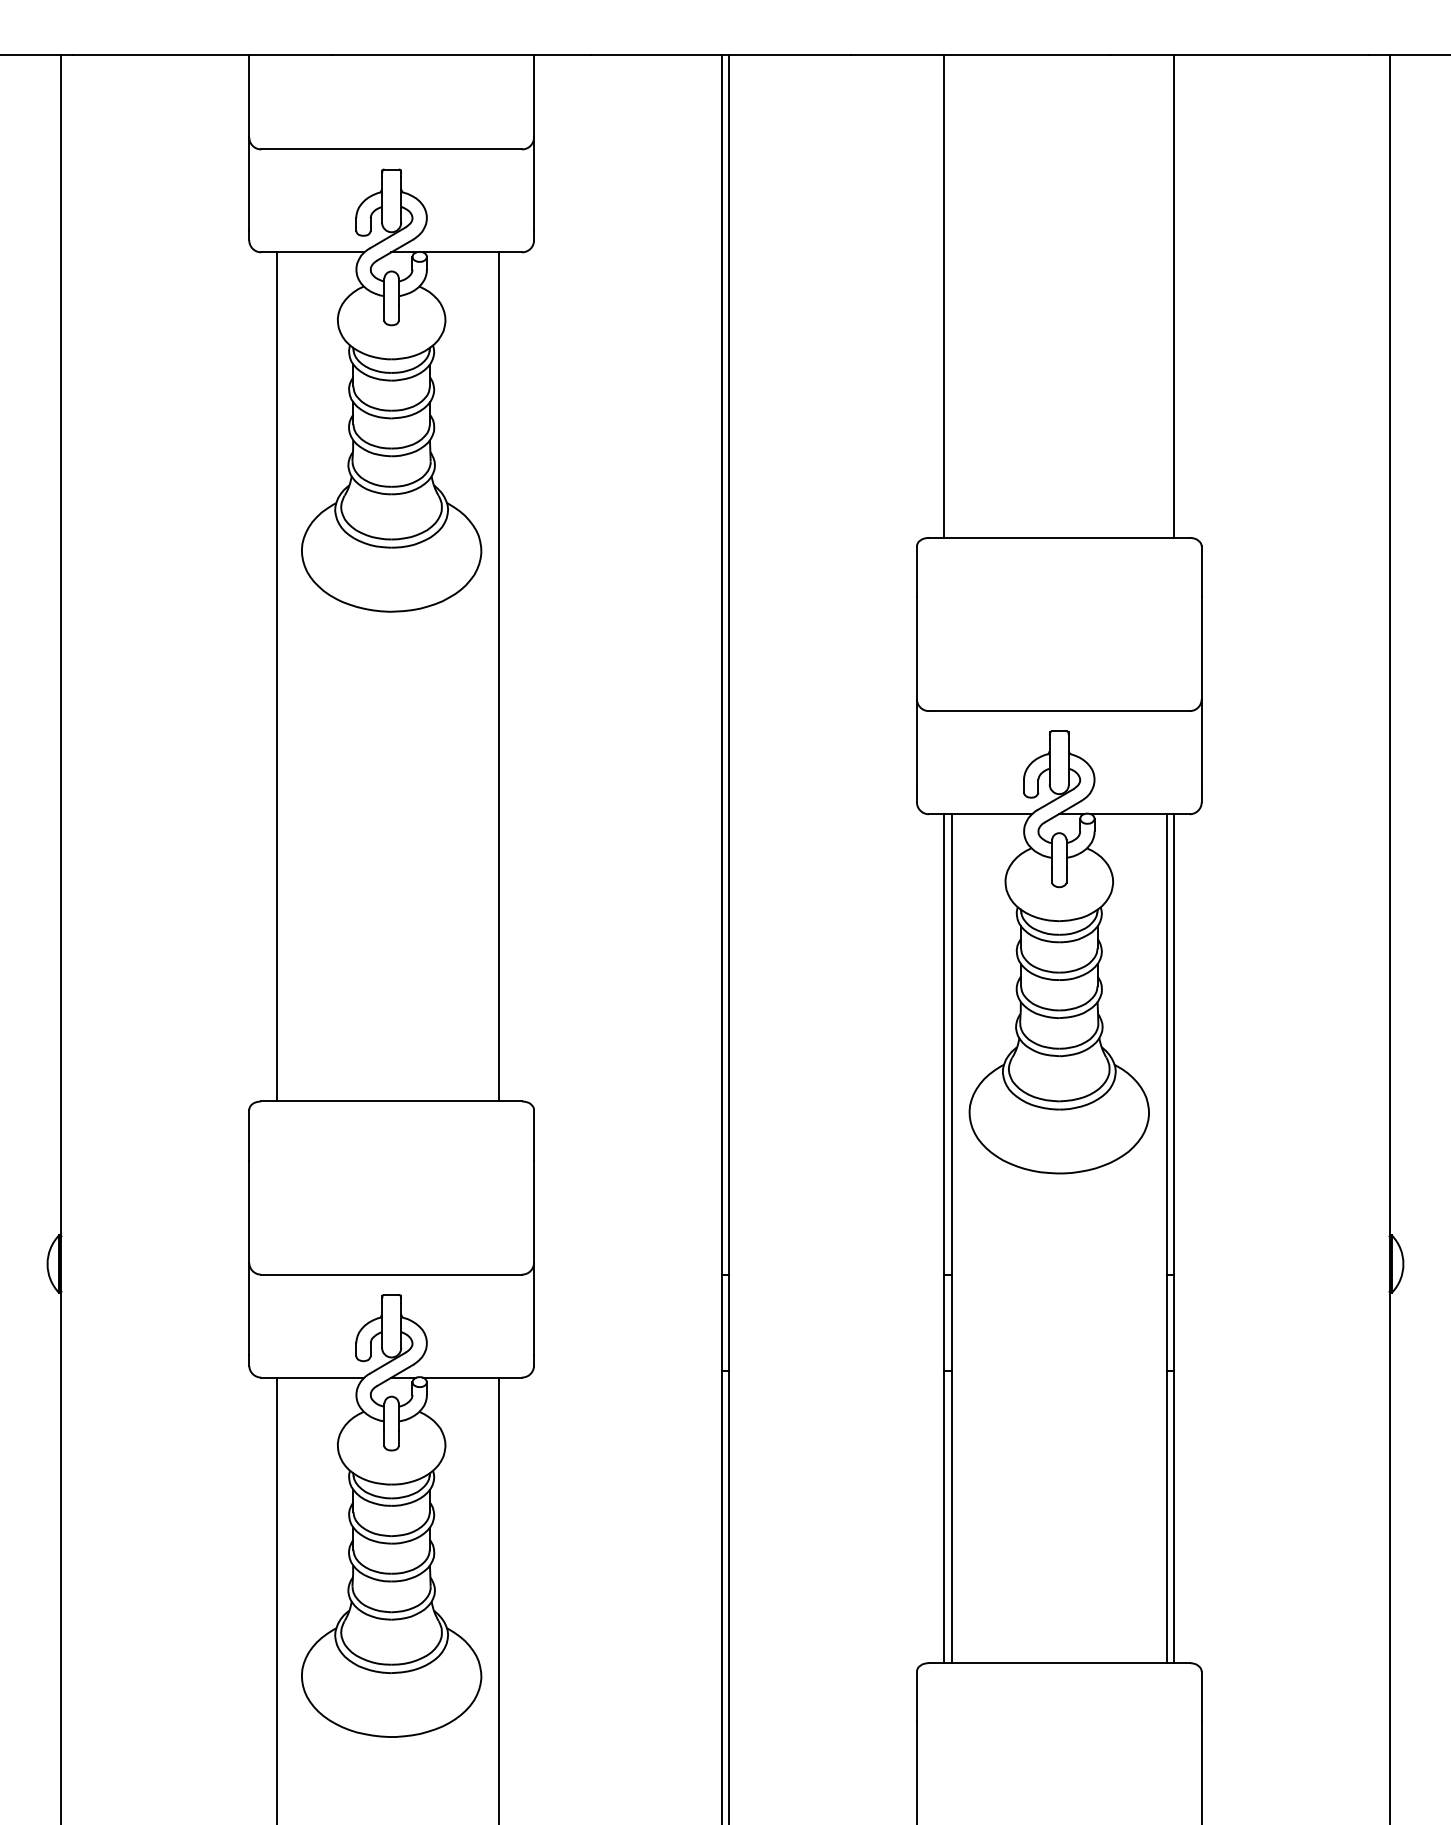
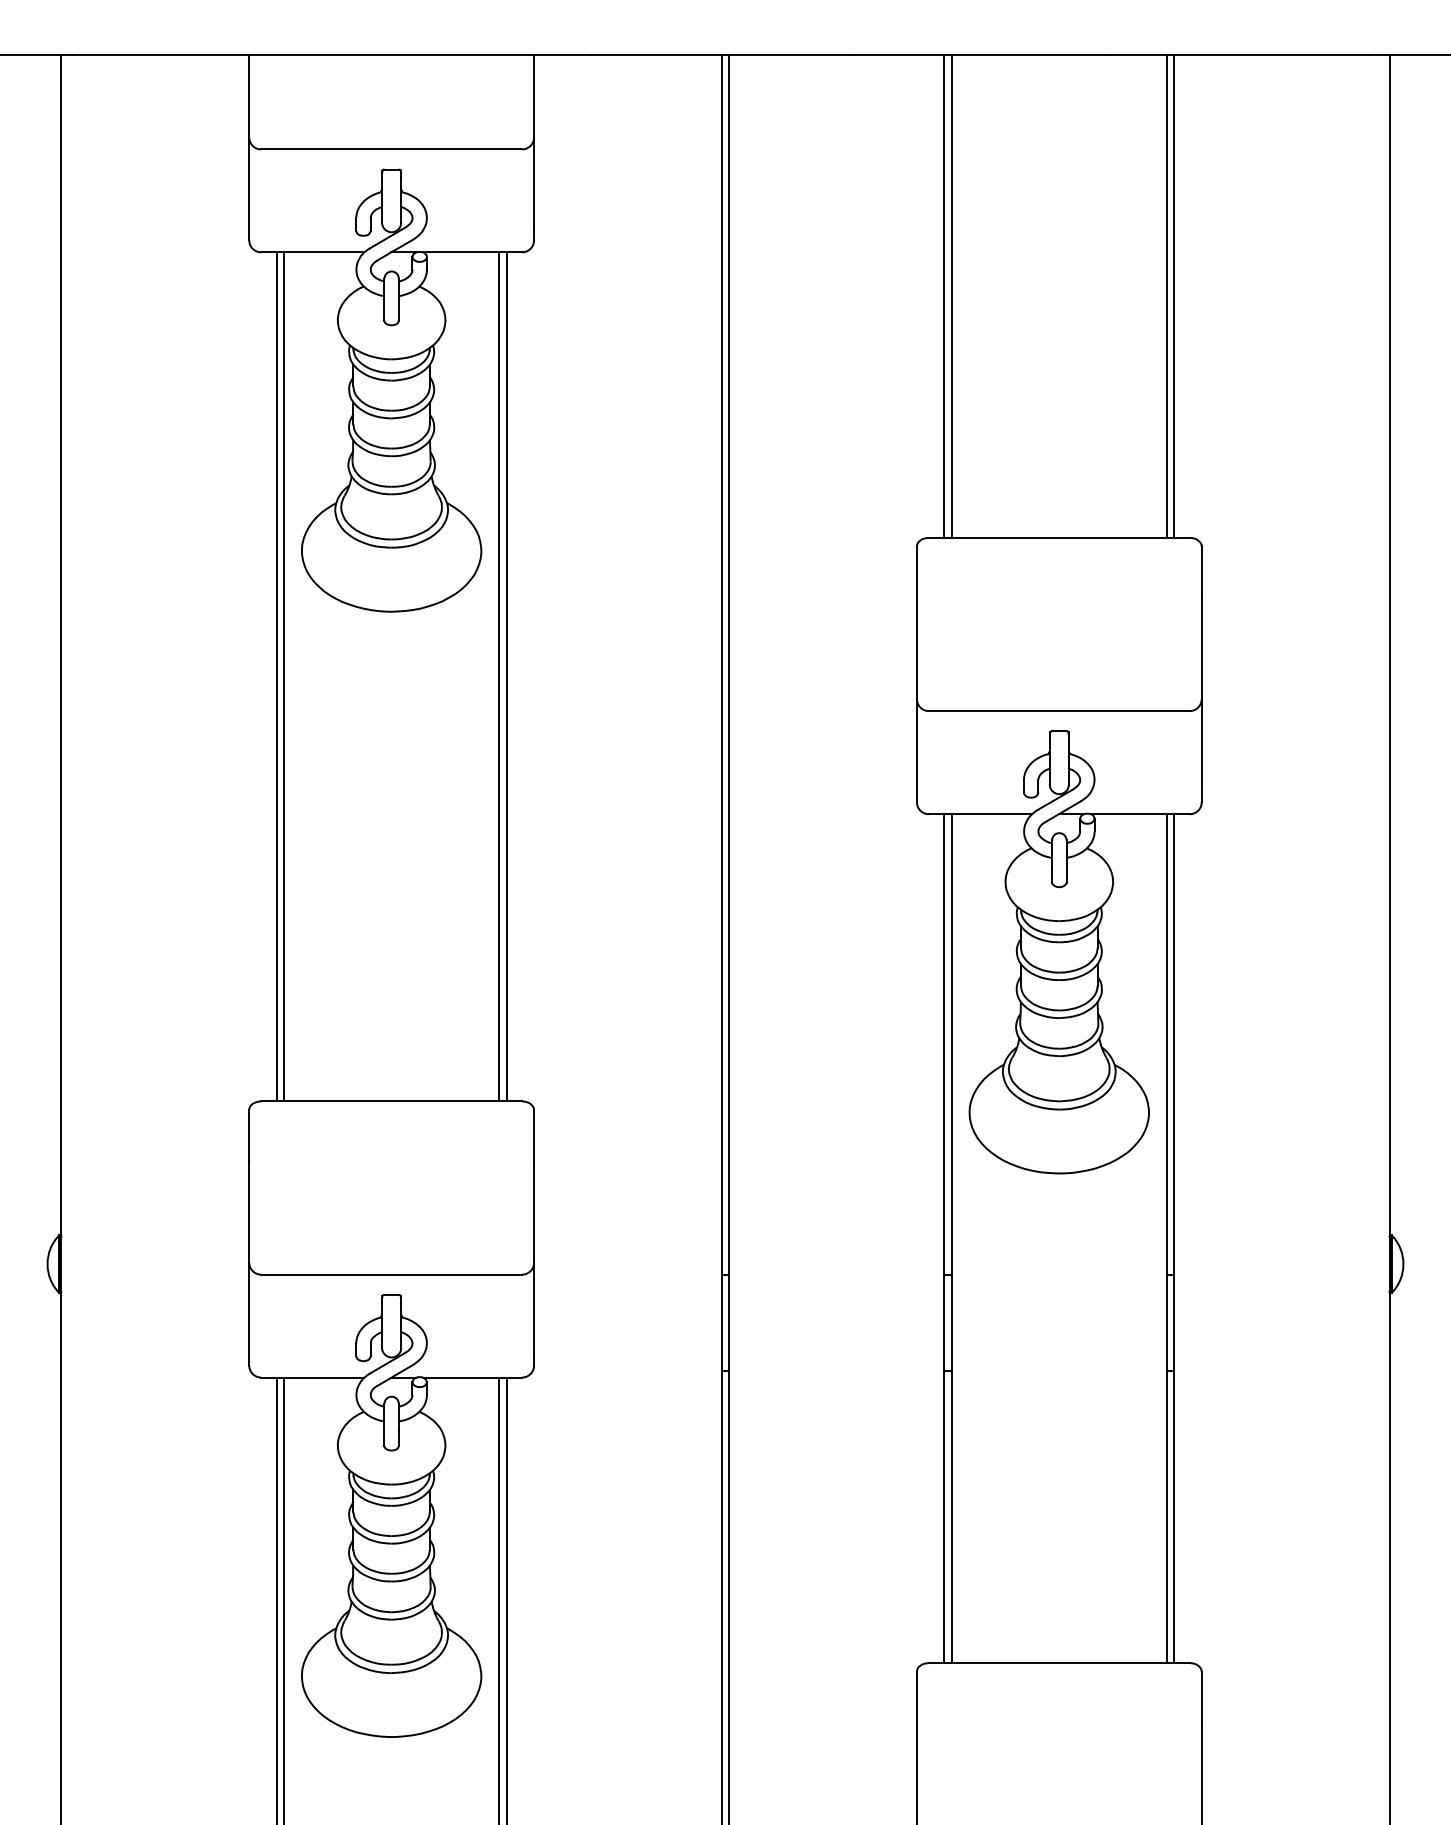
line at (951, 295): none -> present
line at (1167, 295): none -> present
line at (283, 676): none -> present
line at (506, 676): none -> present
line at (283, 1599): none -> present
line at (506, 1599): none -> present
